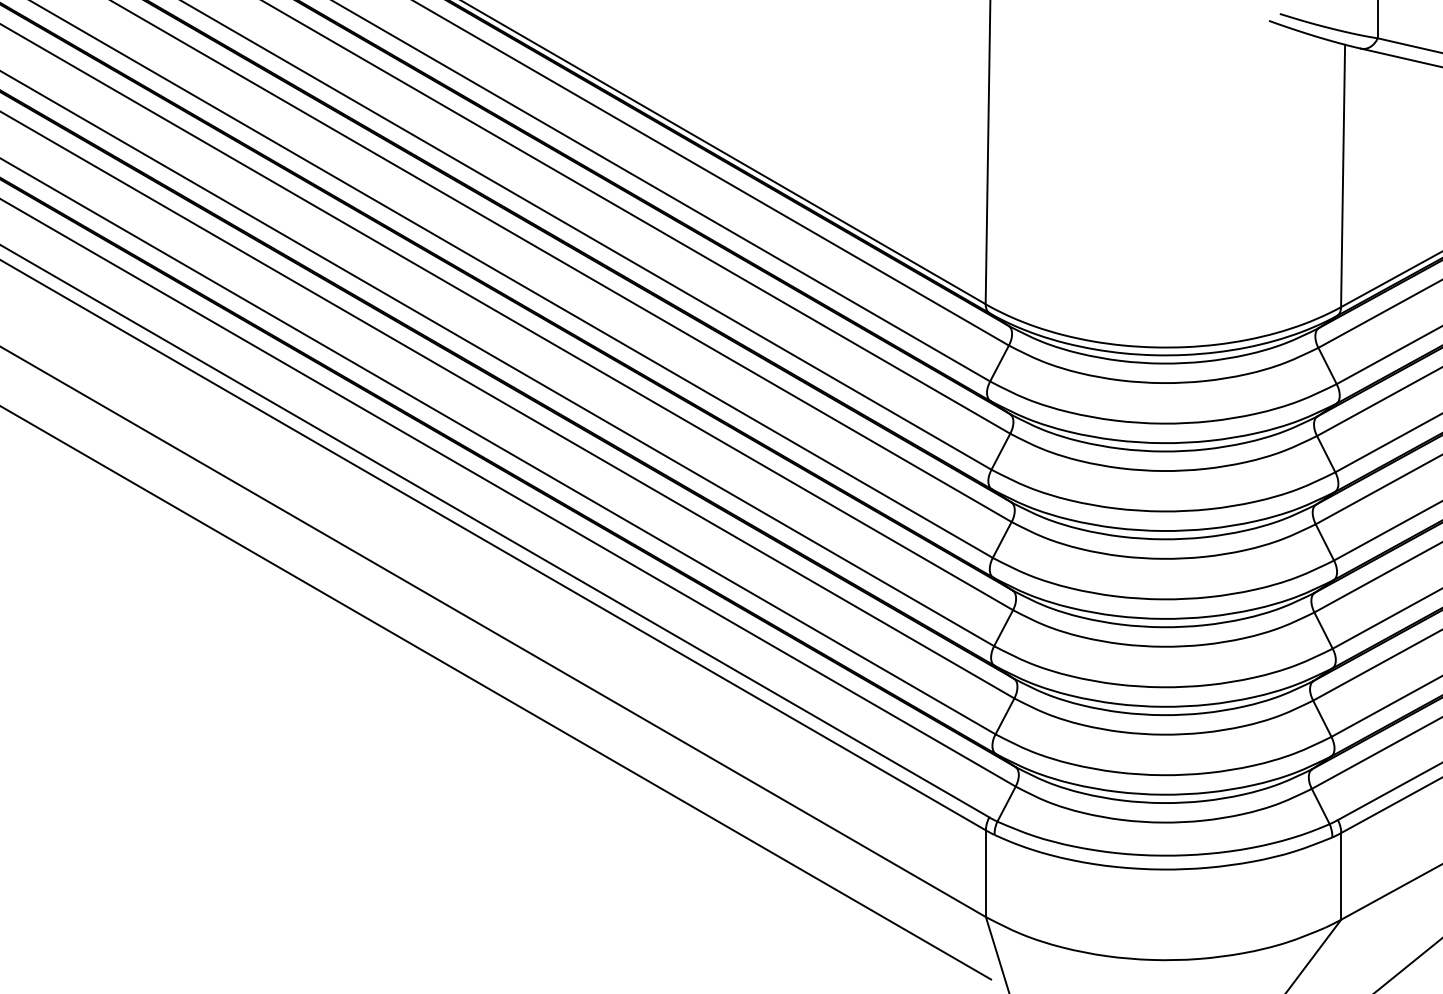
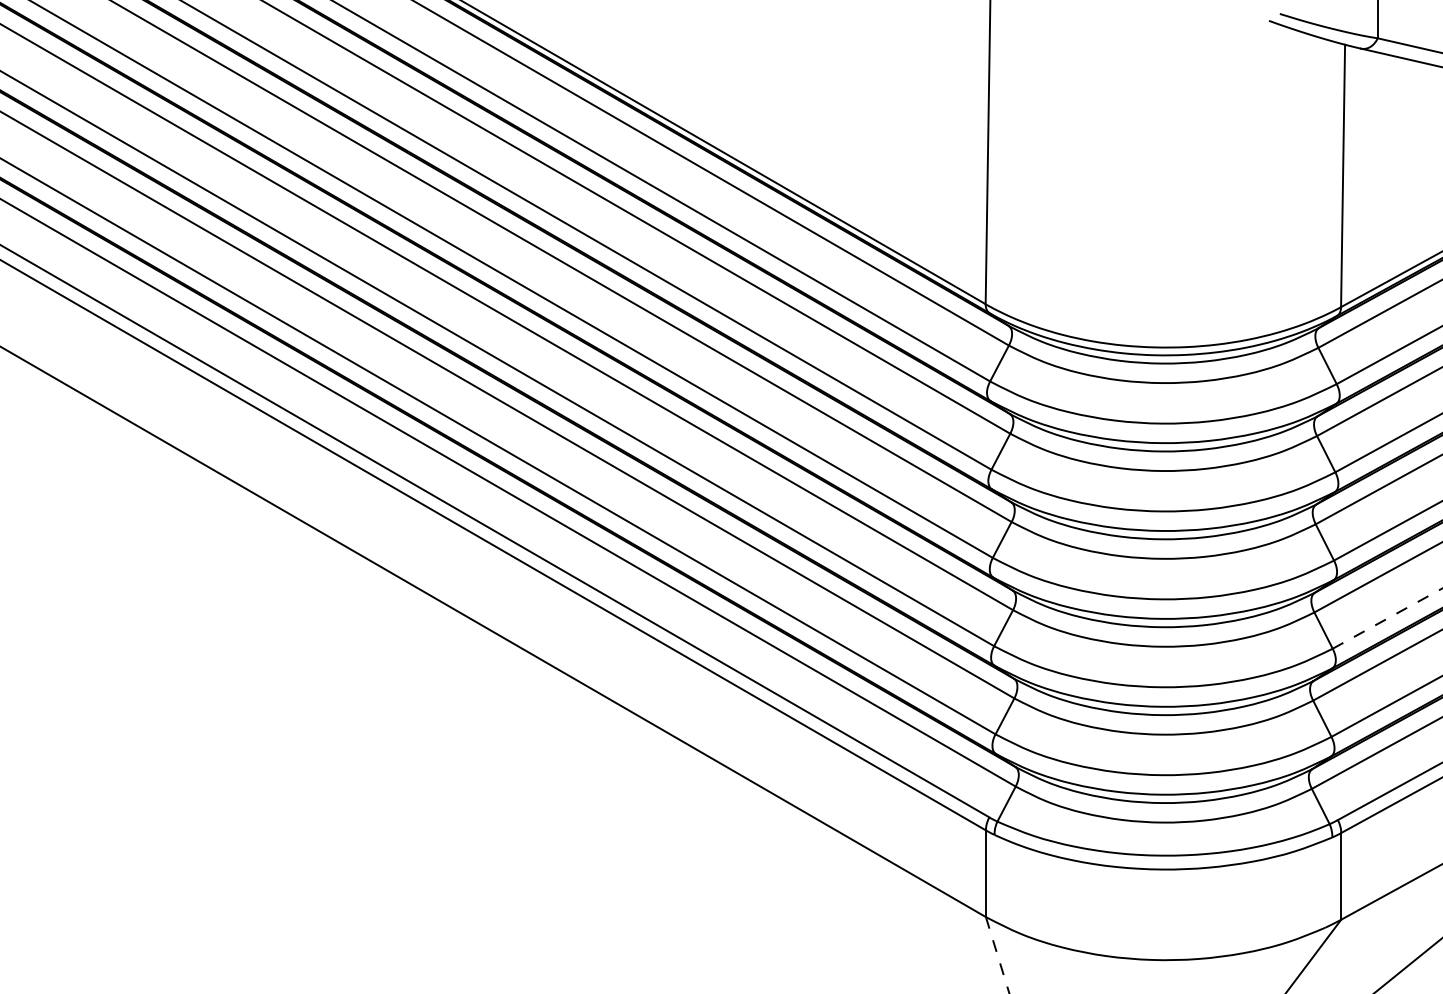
line at (1387, 618): solid -> dashed
line at (496, 693): present -> none
line at (997, 955): solid -> dashed
